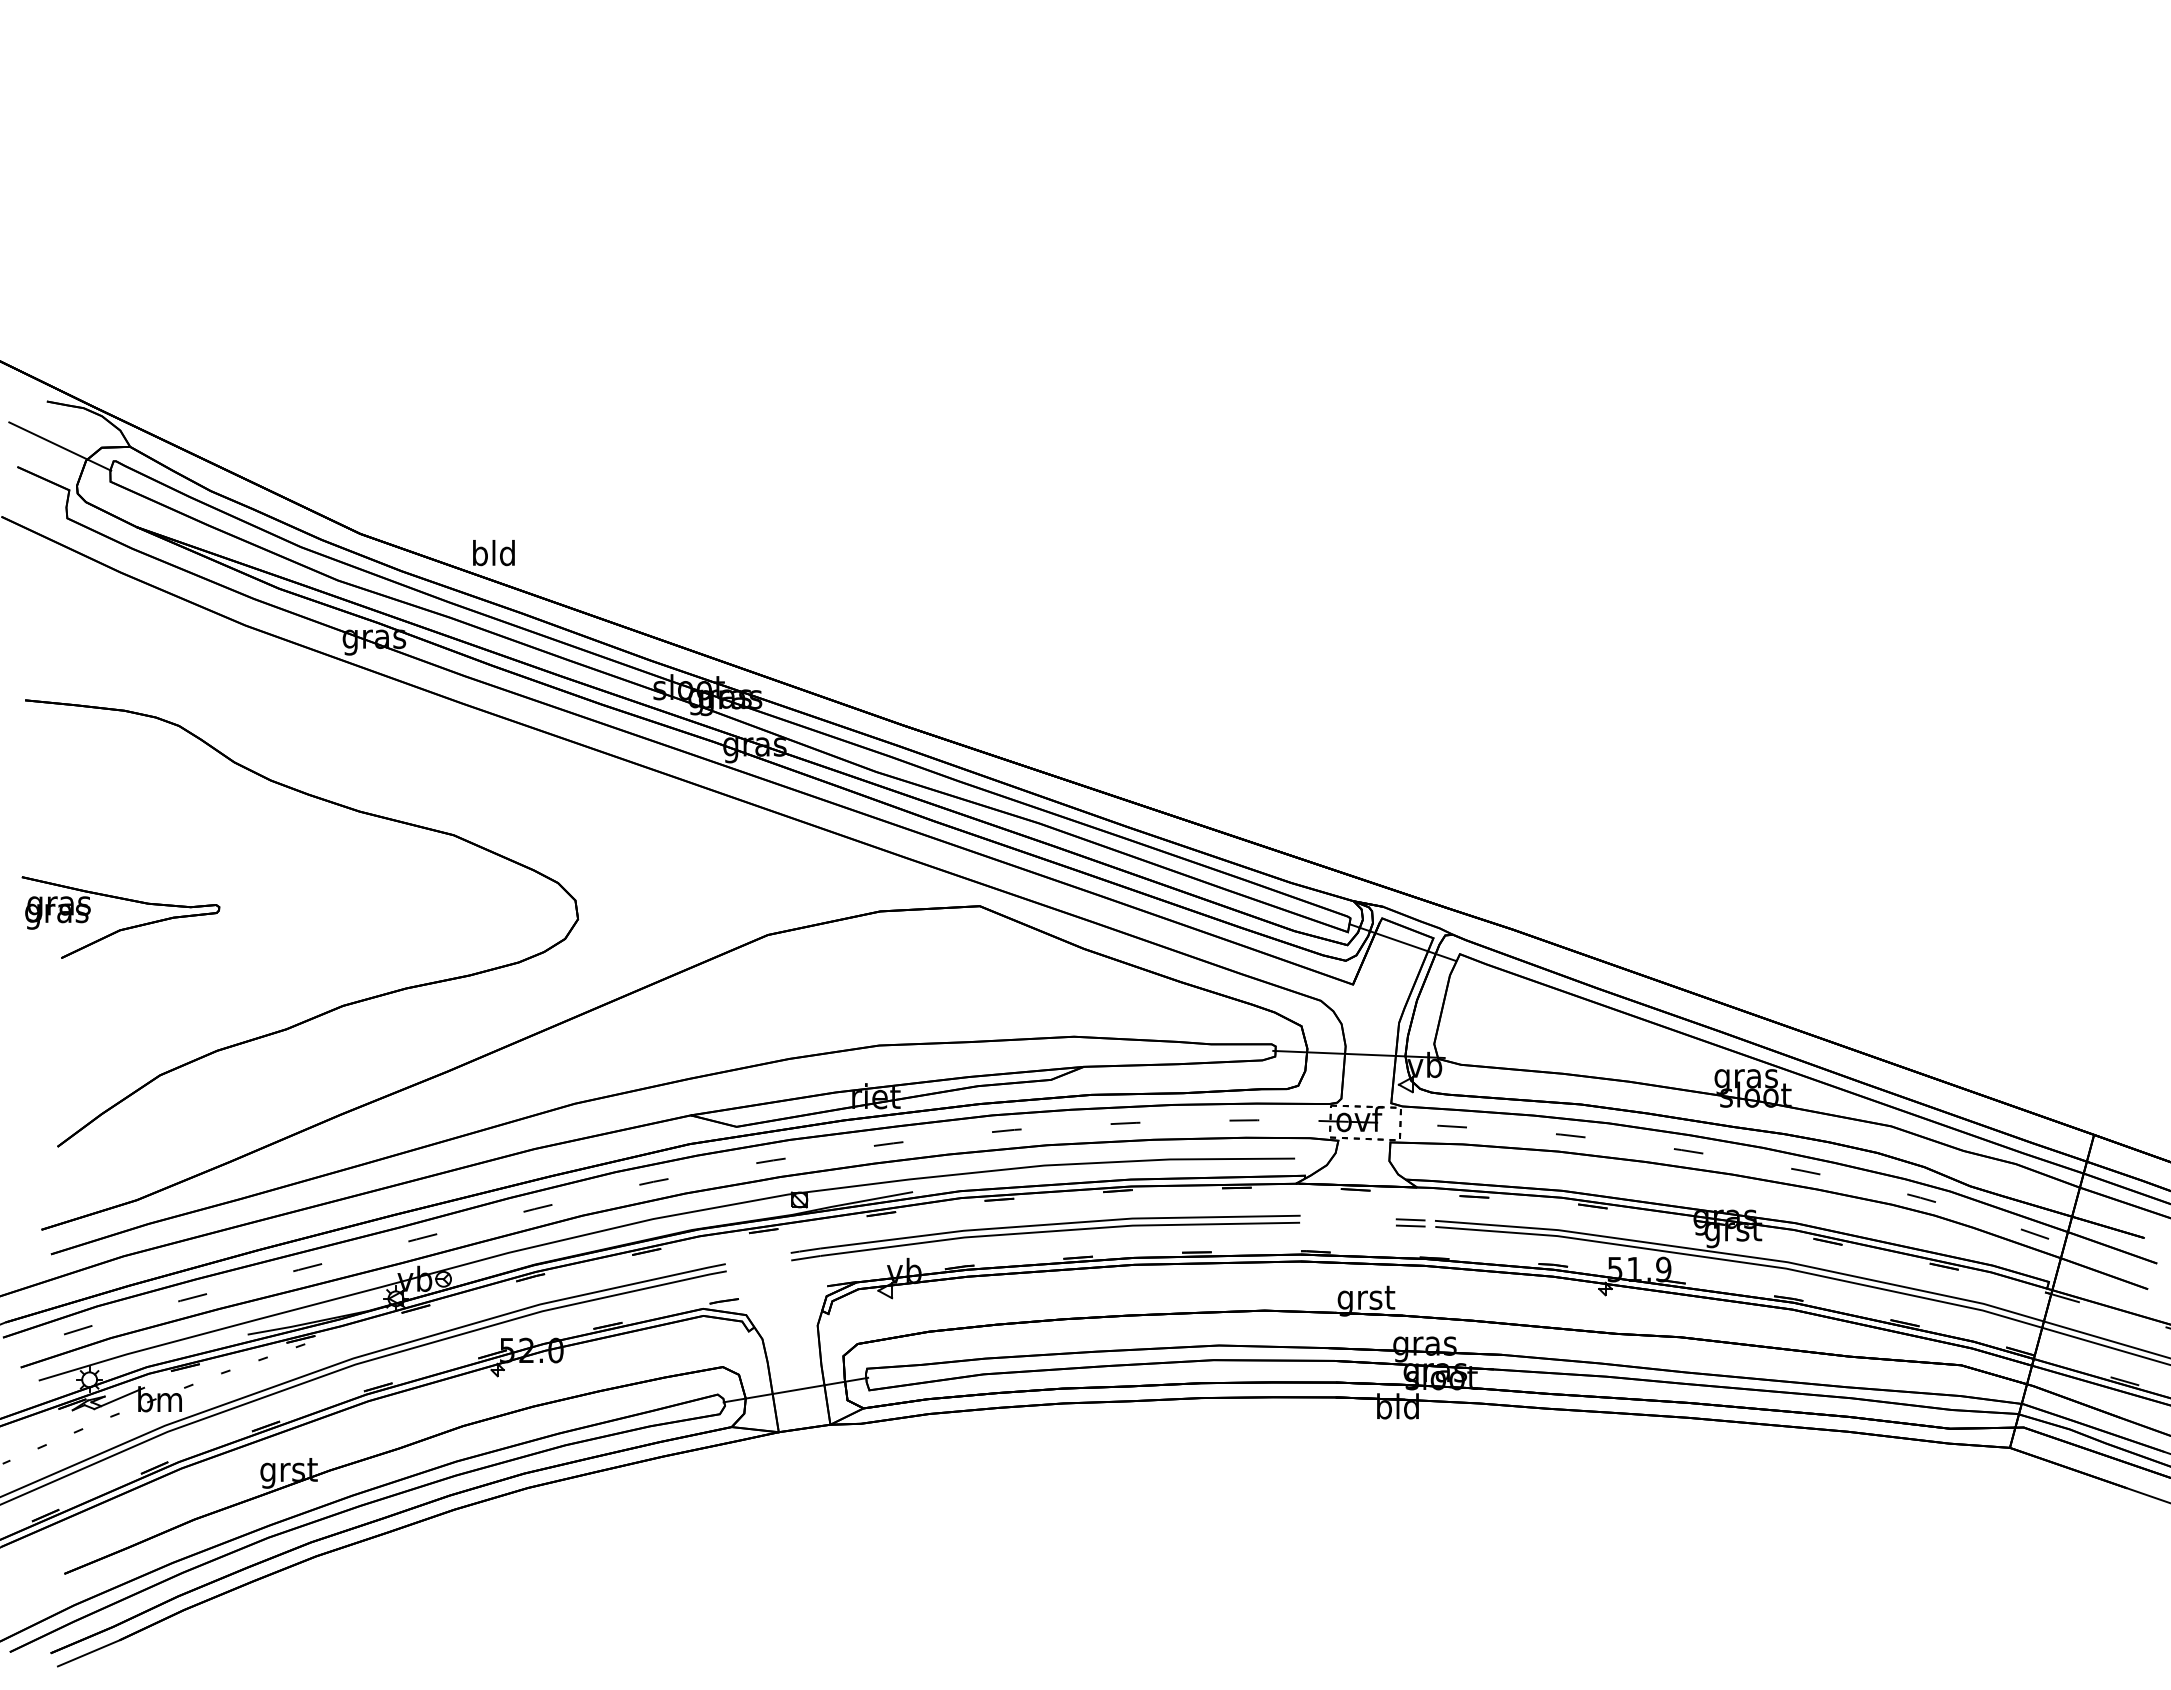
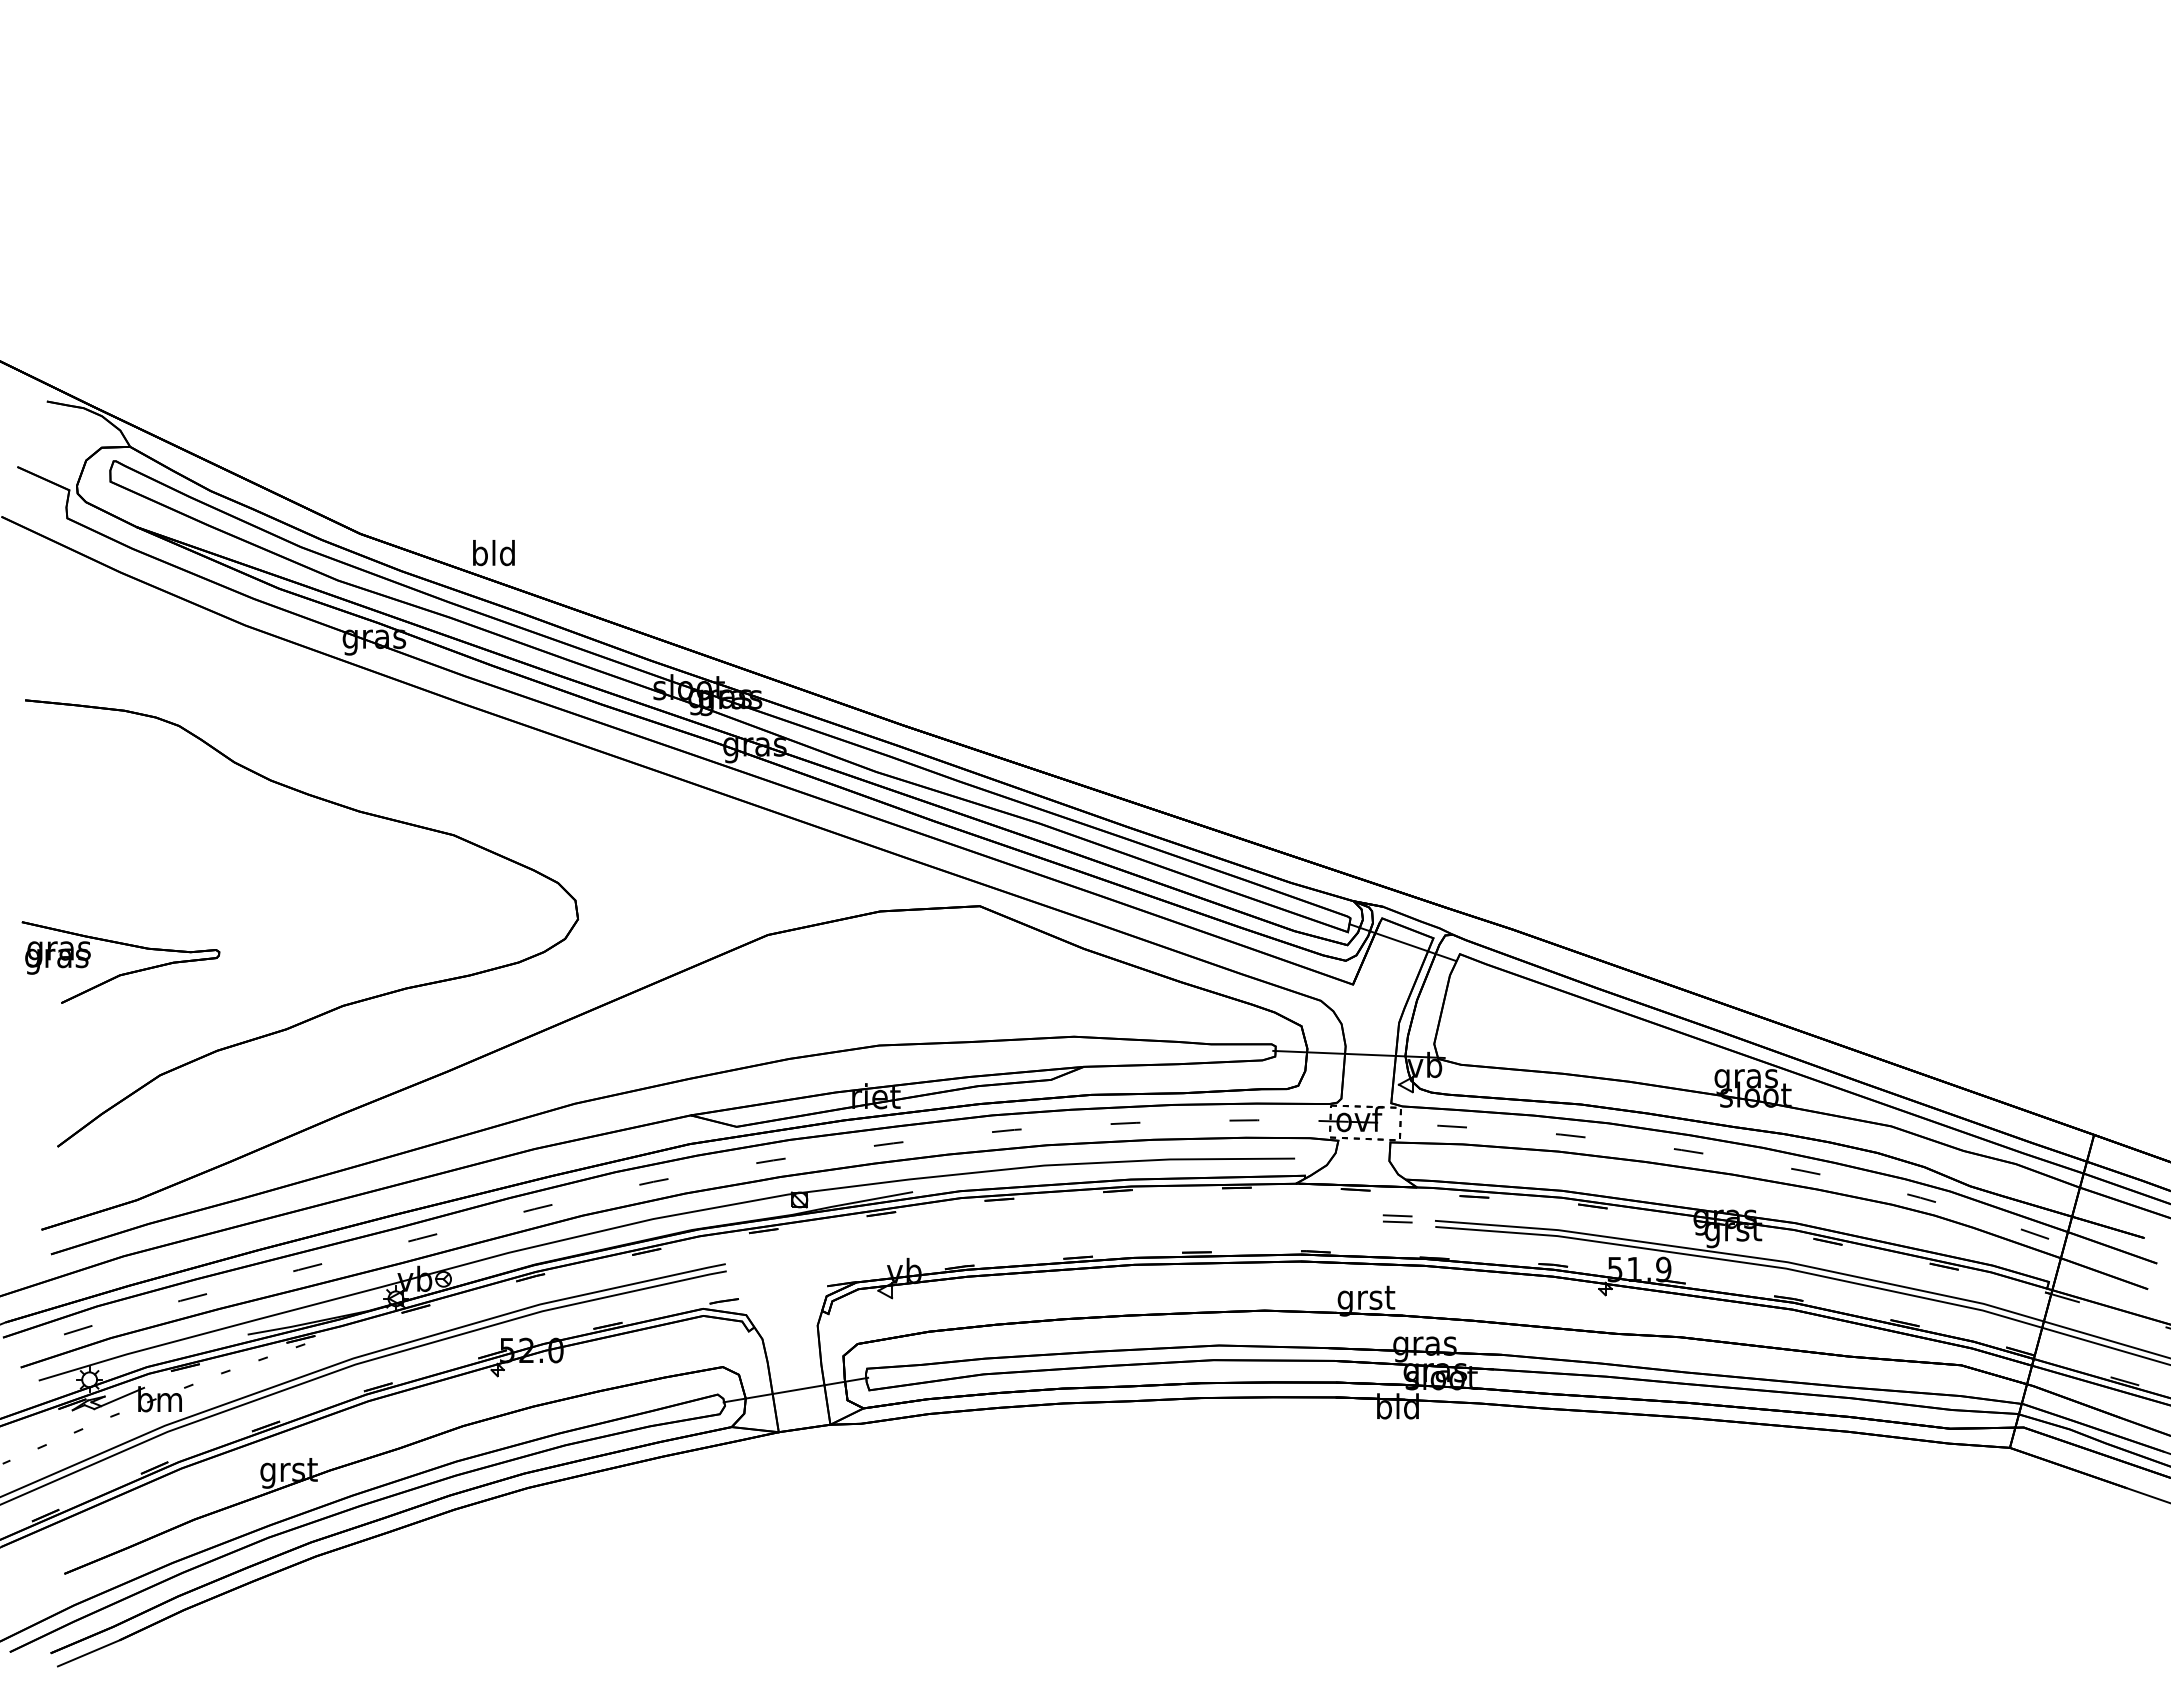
line at (60, 446): present -> none
part at (122, 928) position: (122, 928) -> (122, 973)
part at (1410, 1222) position: (1410, 1222) -> (1397, 1218)
part at (1045, 1237): present -> none
